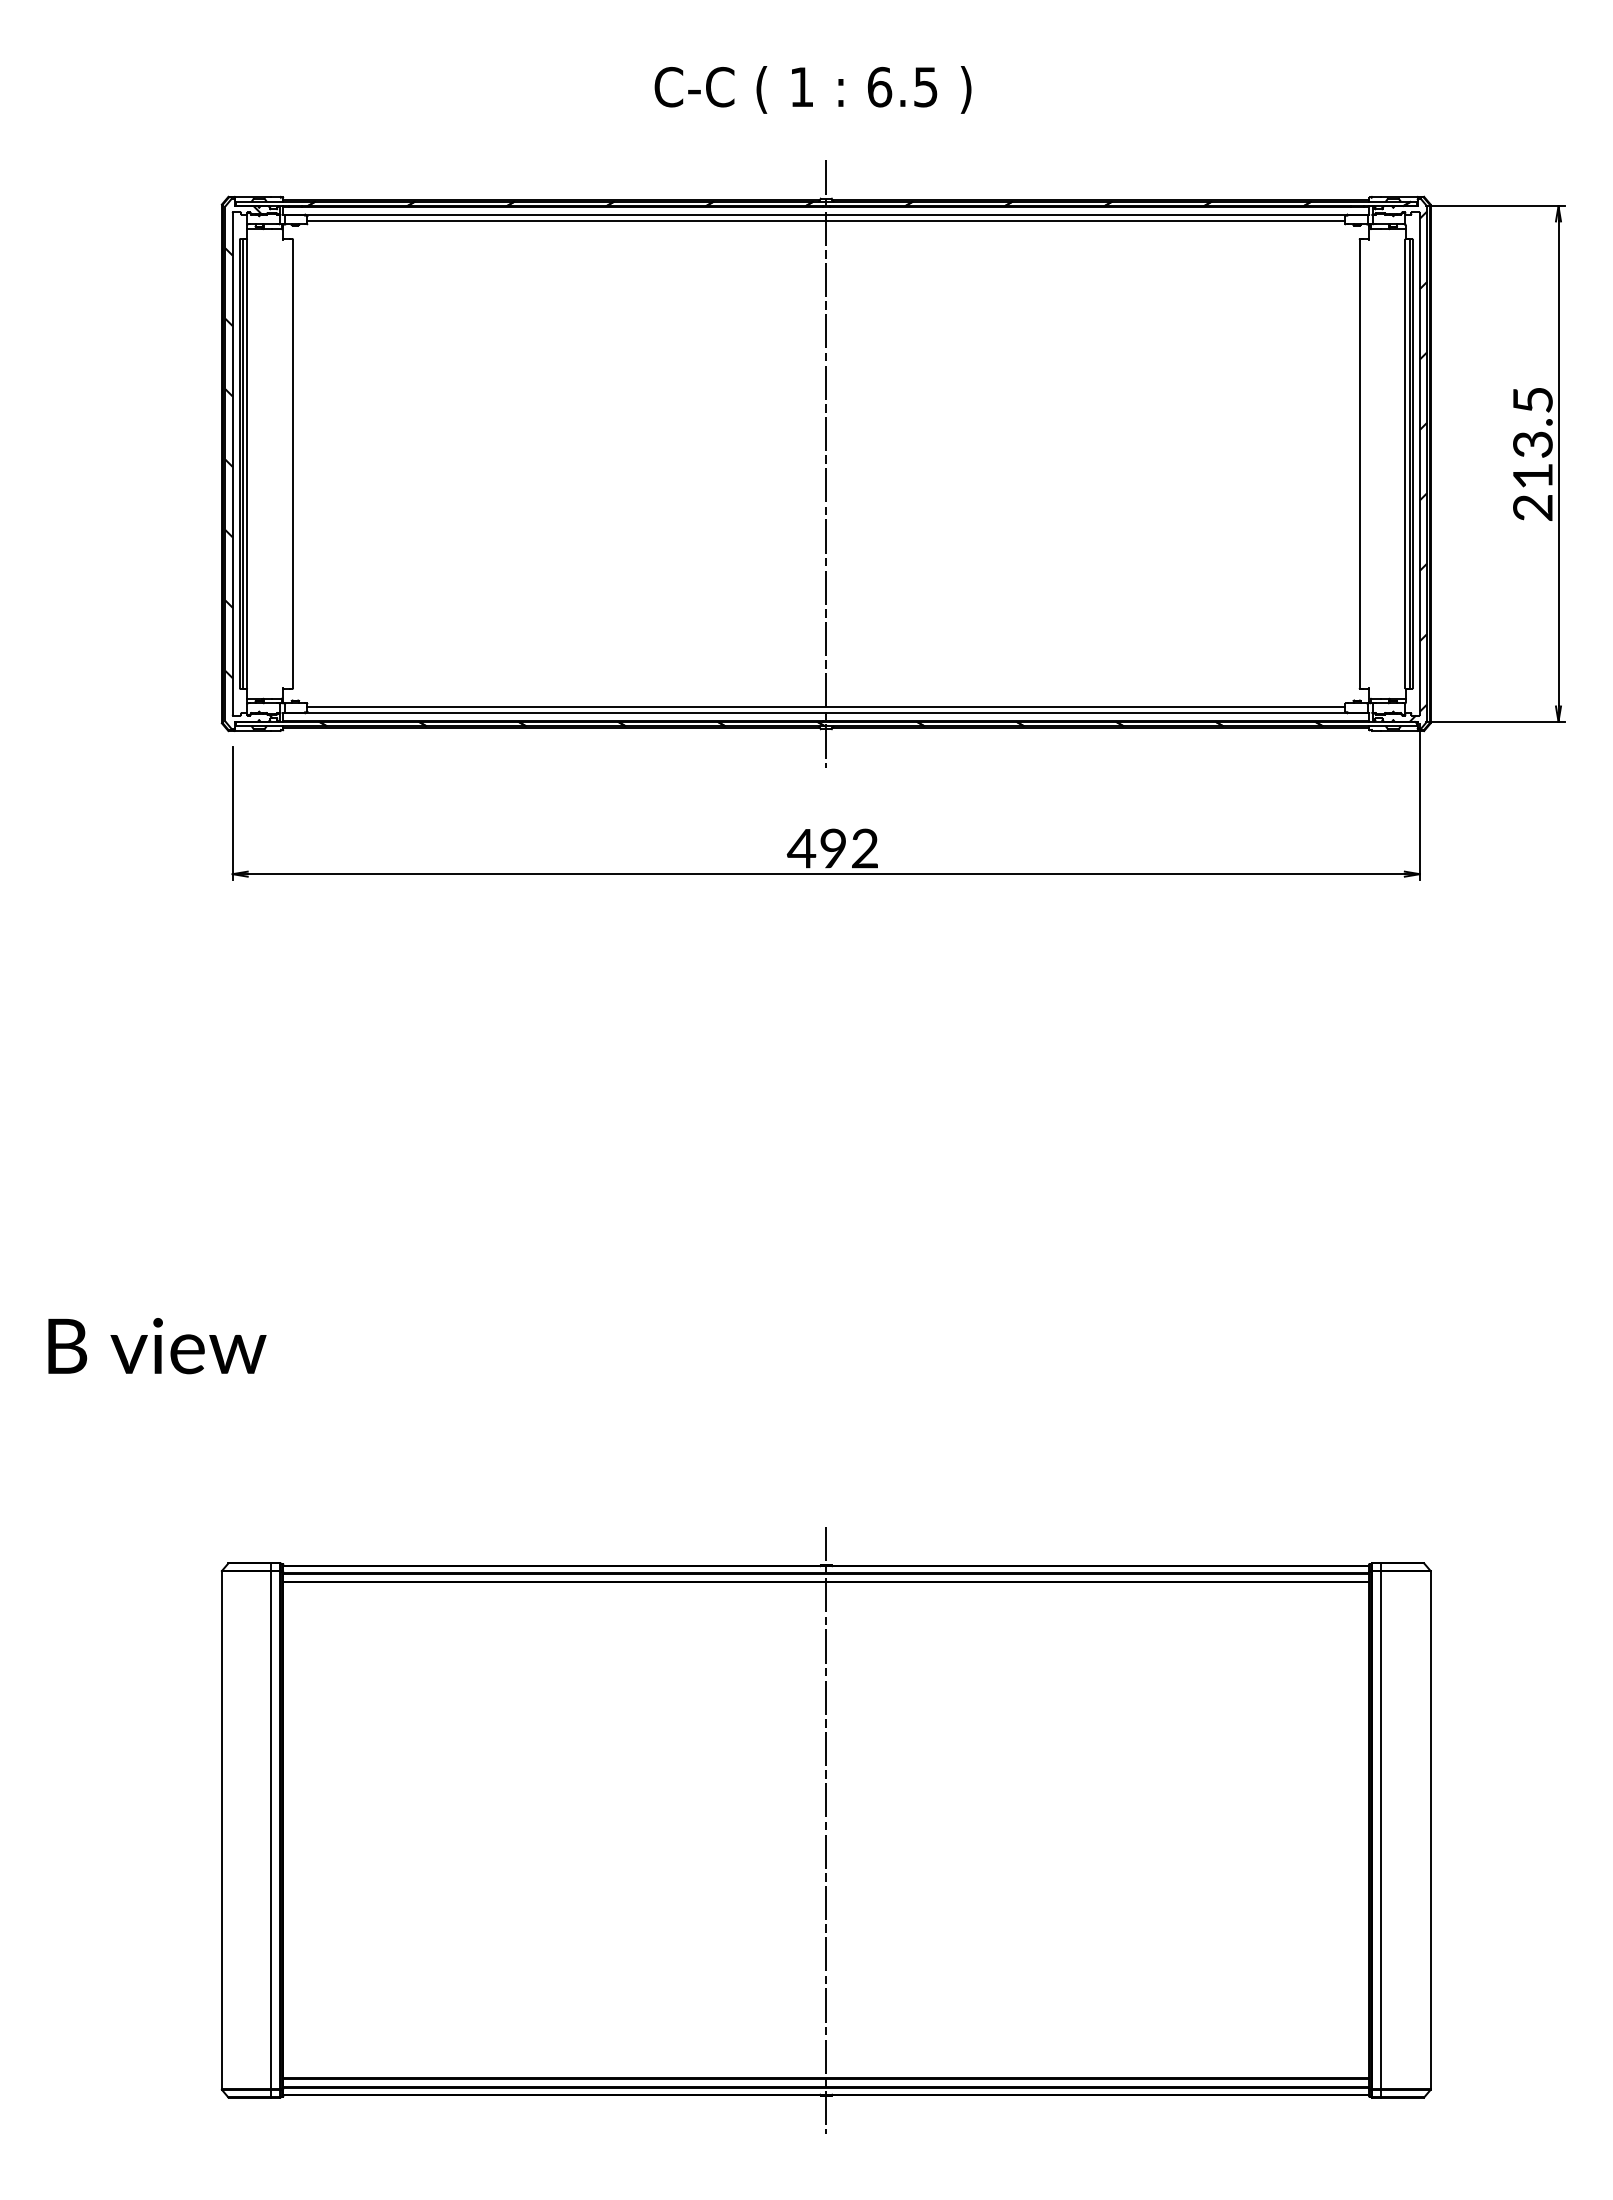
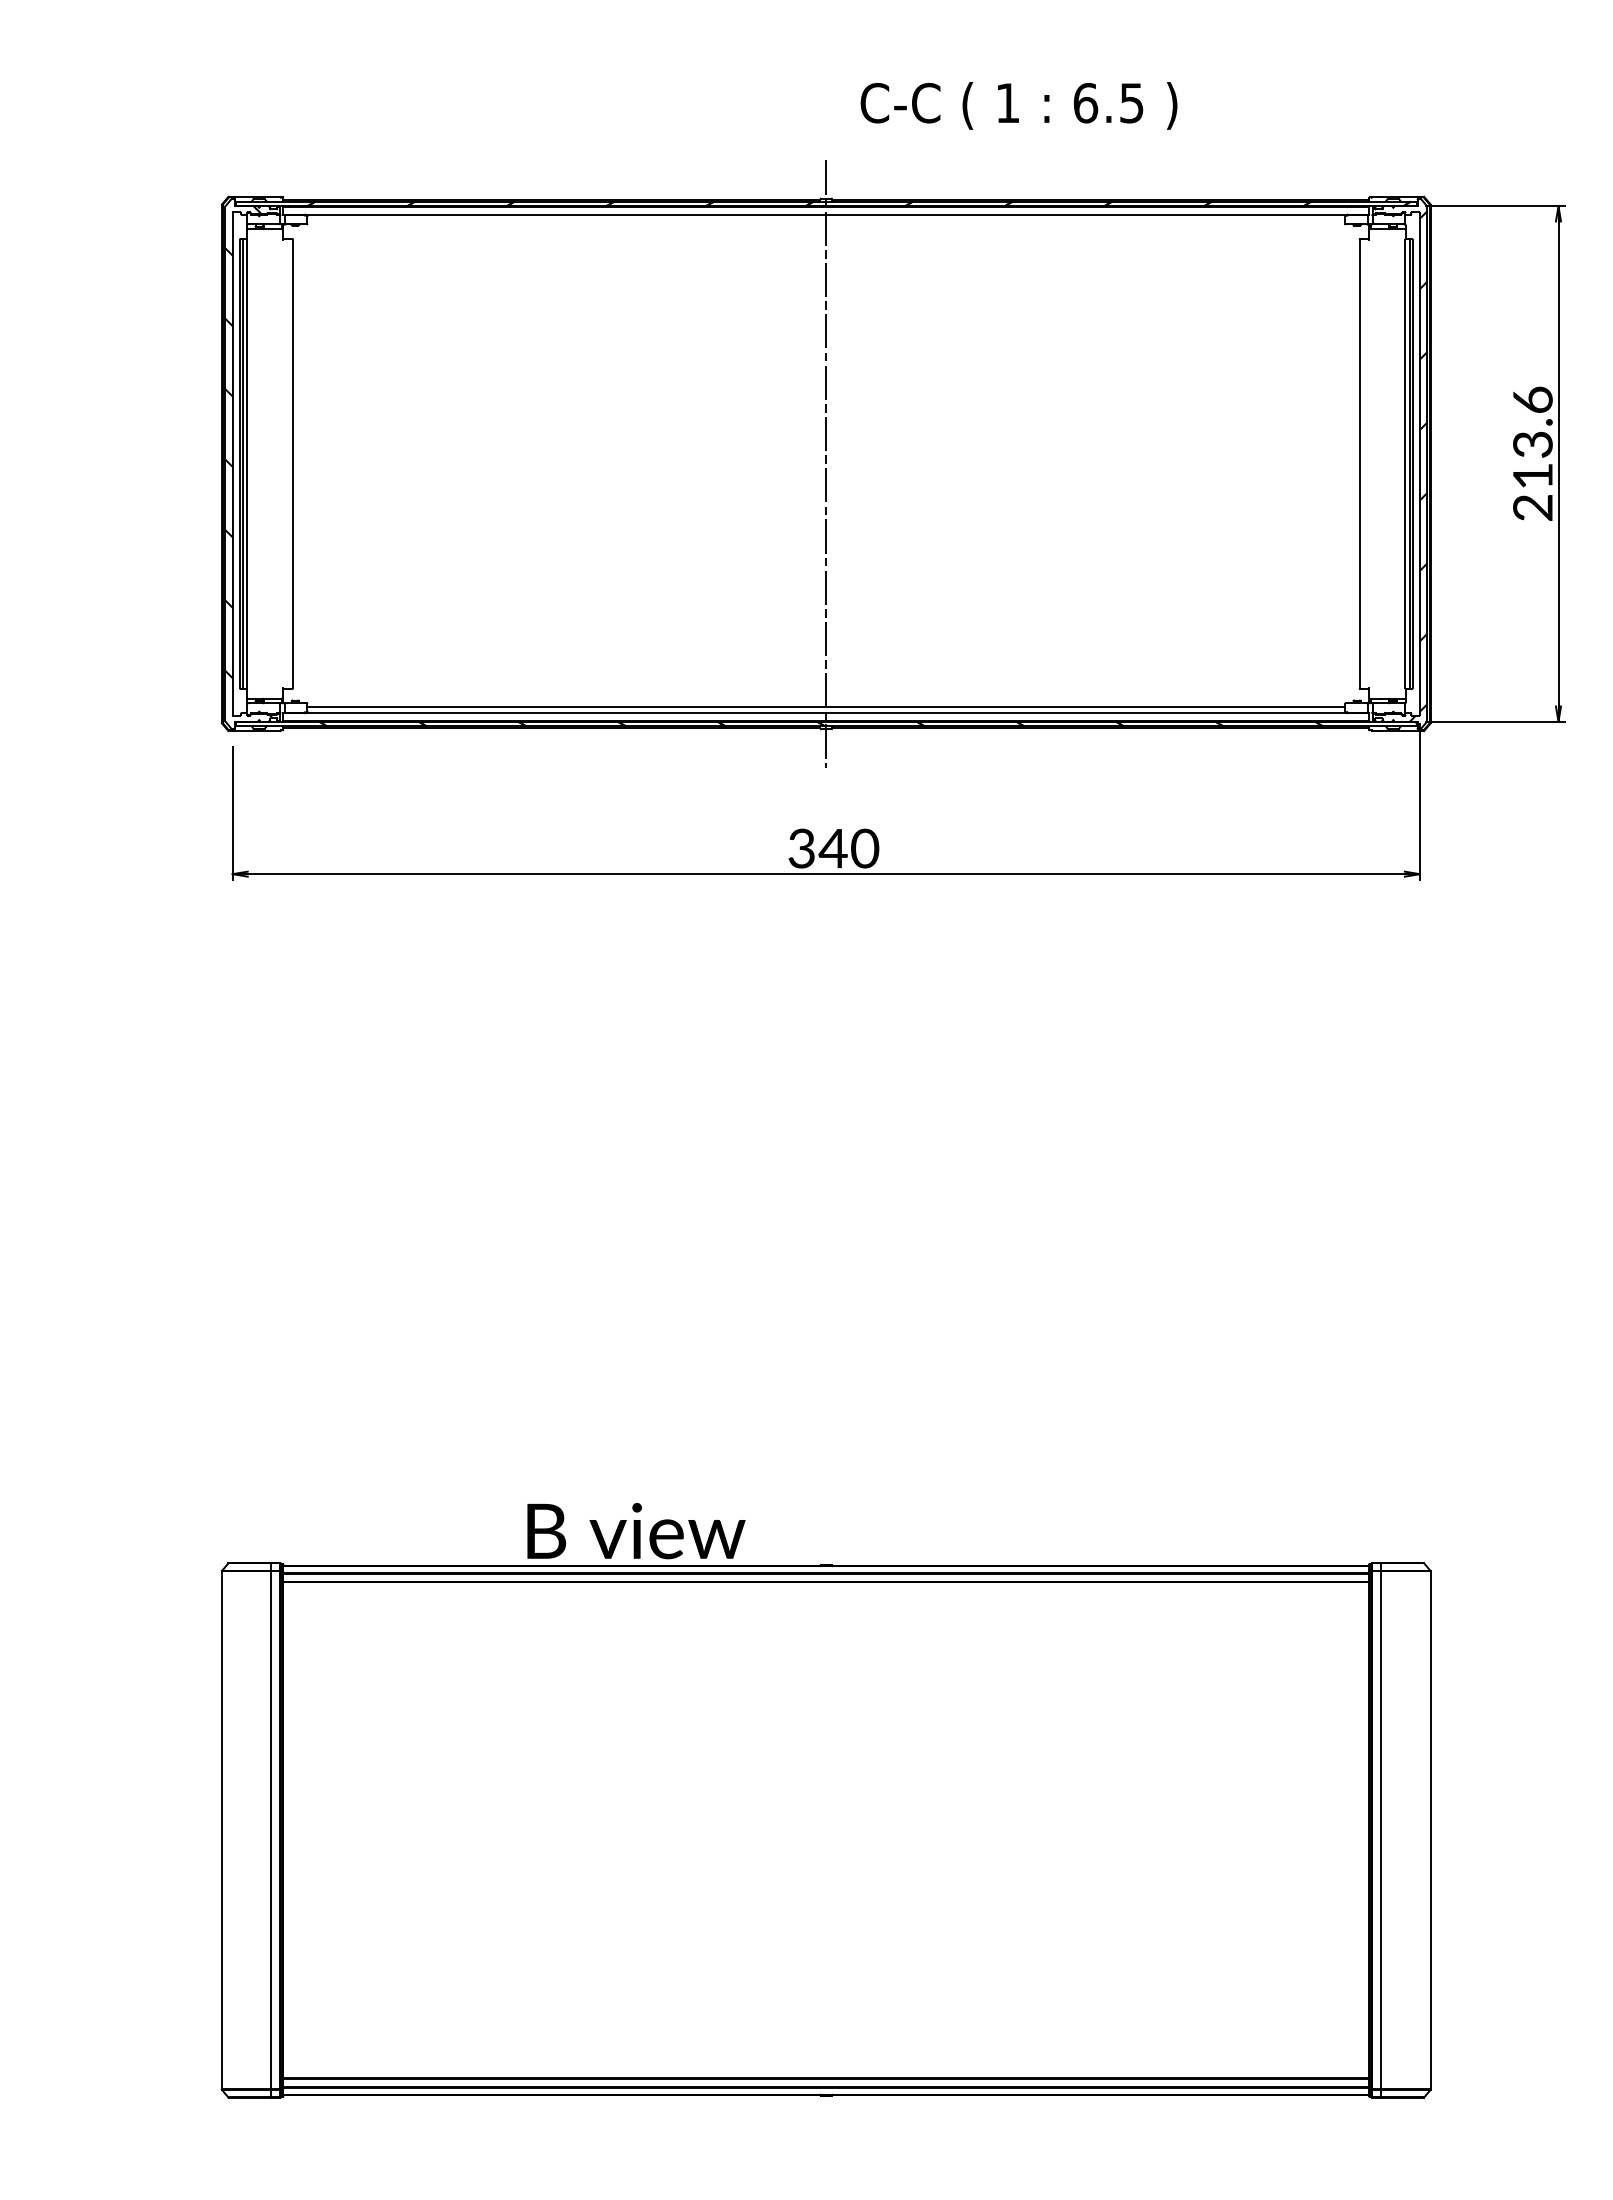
text at (812, 89) position: (812, 89) -> (1018, 105)
line at (826, 220): present -> none
text at (1532, 399): 213.5 -> 213.6
text at (832, 848): 492 -> 340
text at (157, 1346) position: (157, 1346) -> (636, 1531)
line at (826, 1830): present -> none
